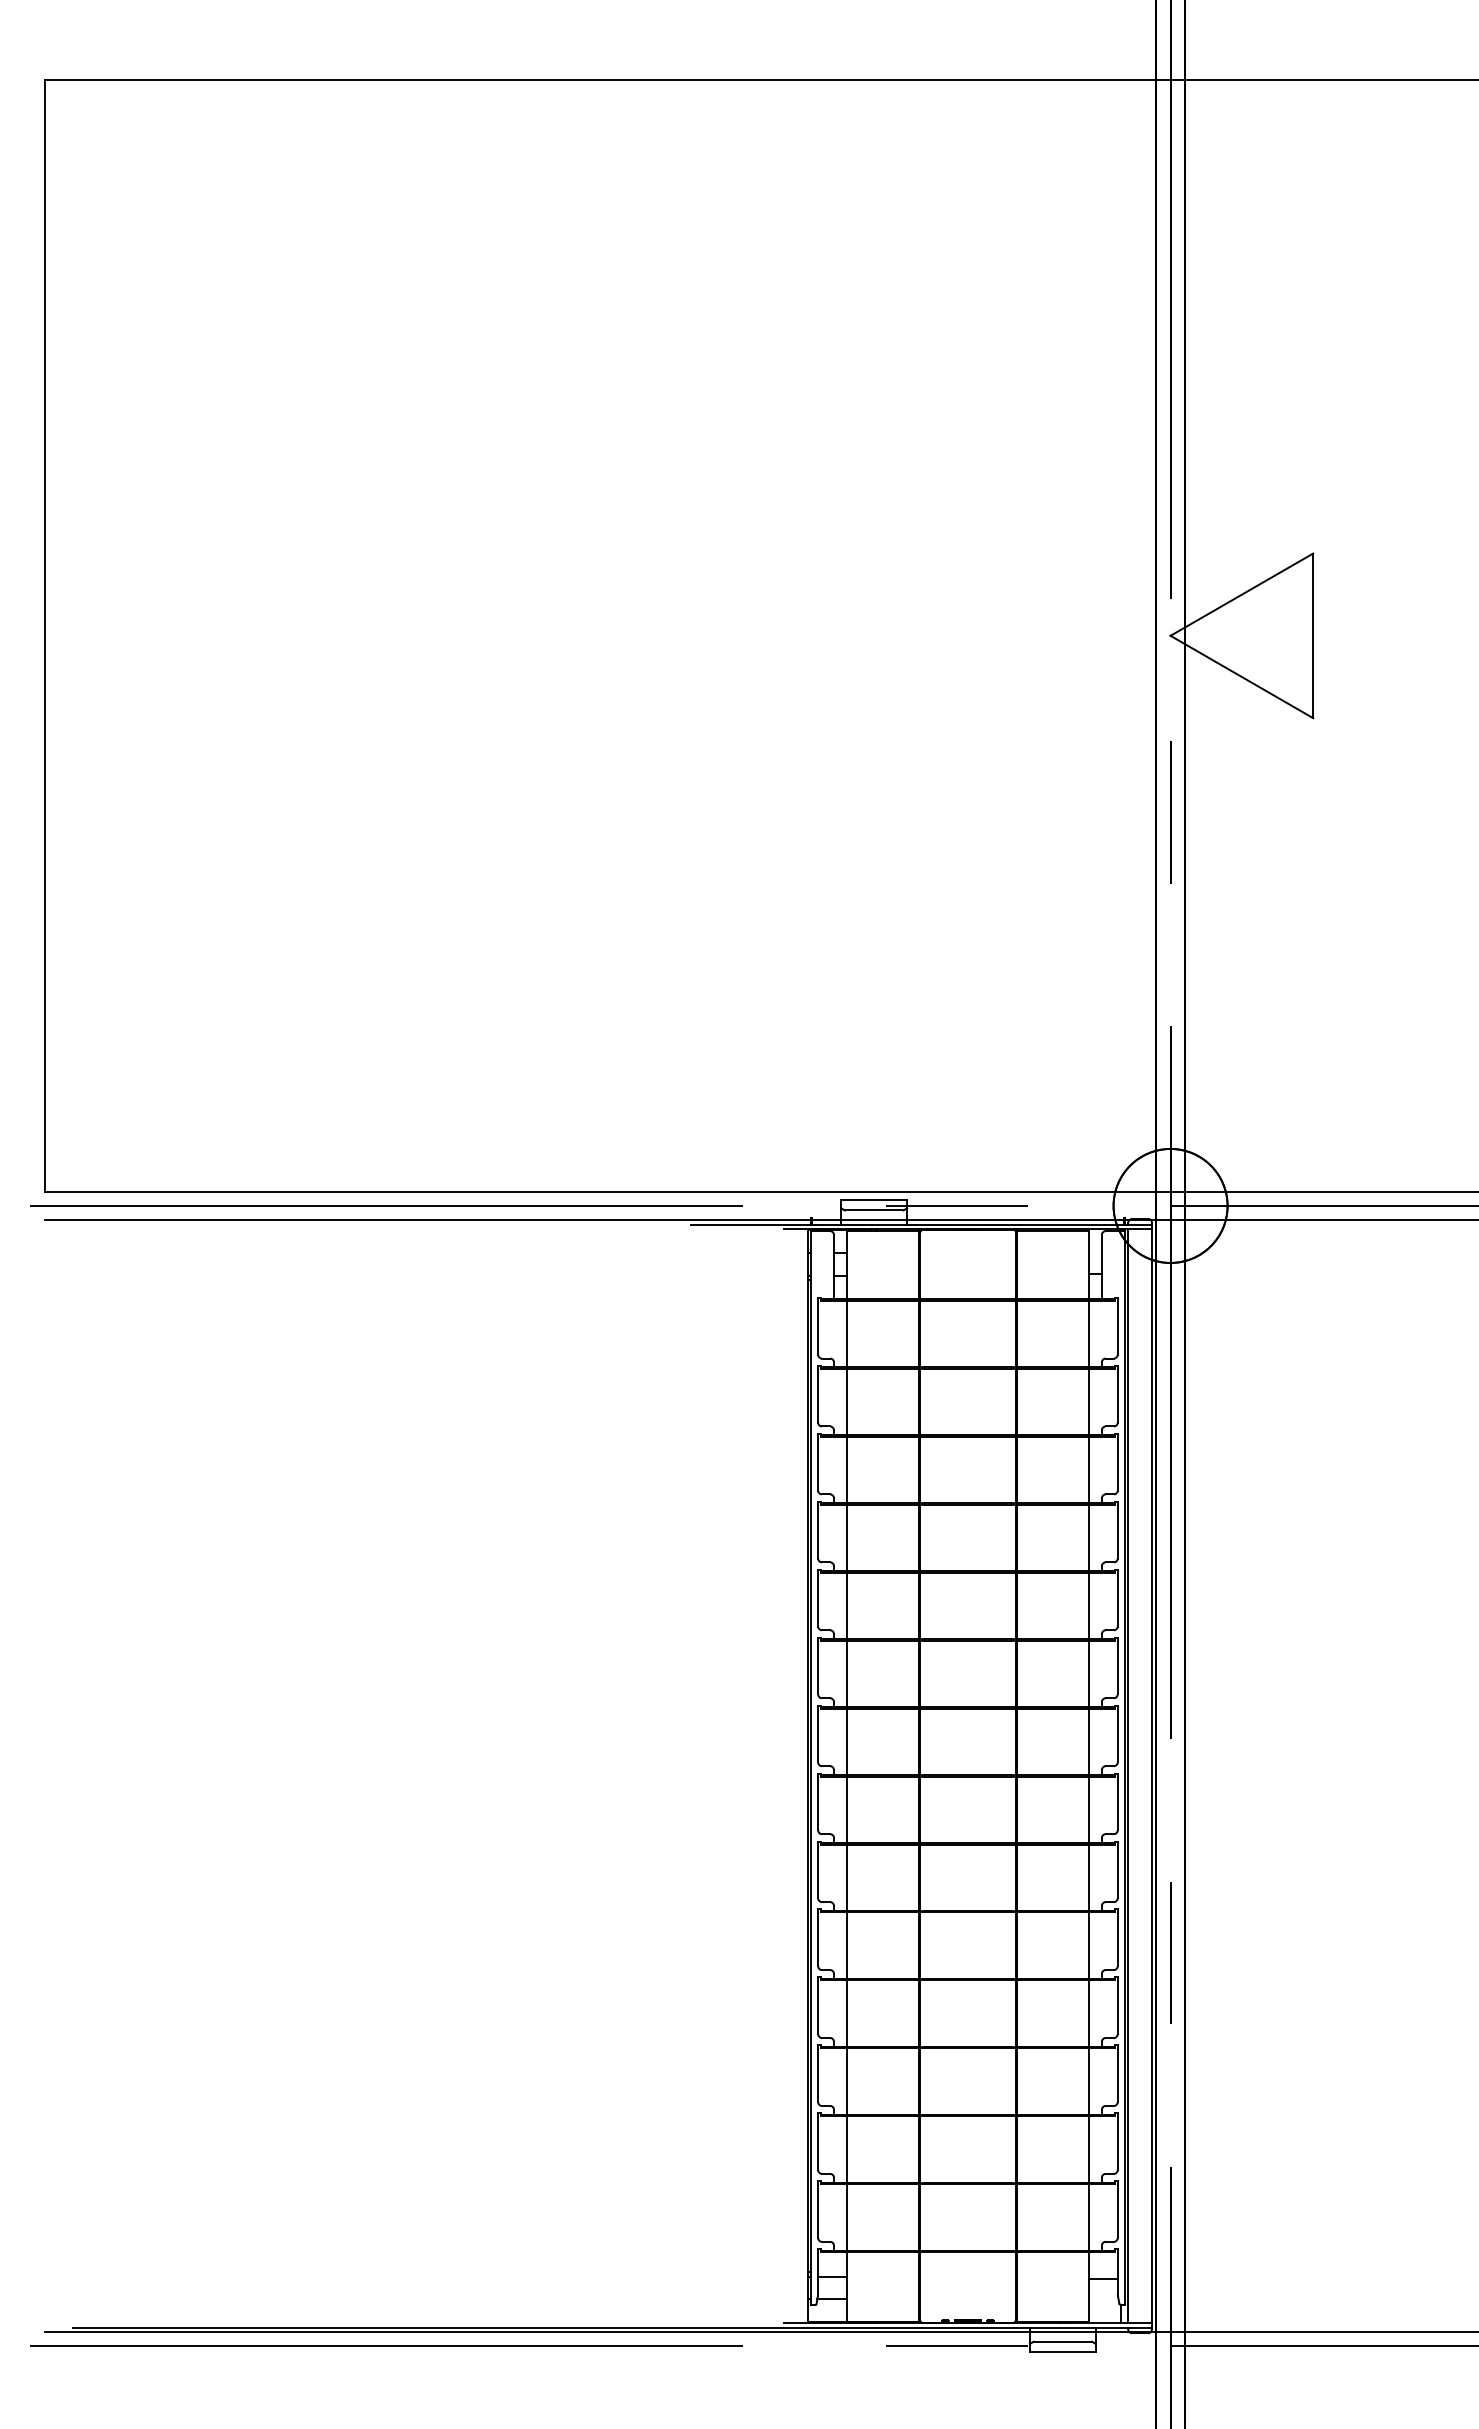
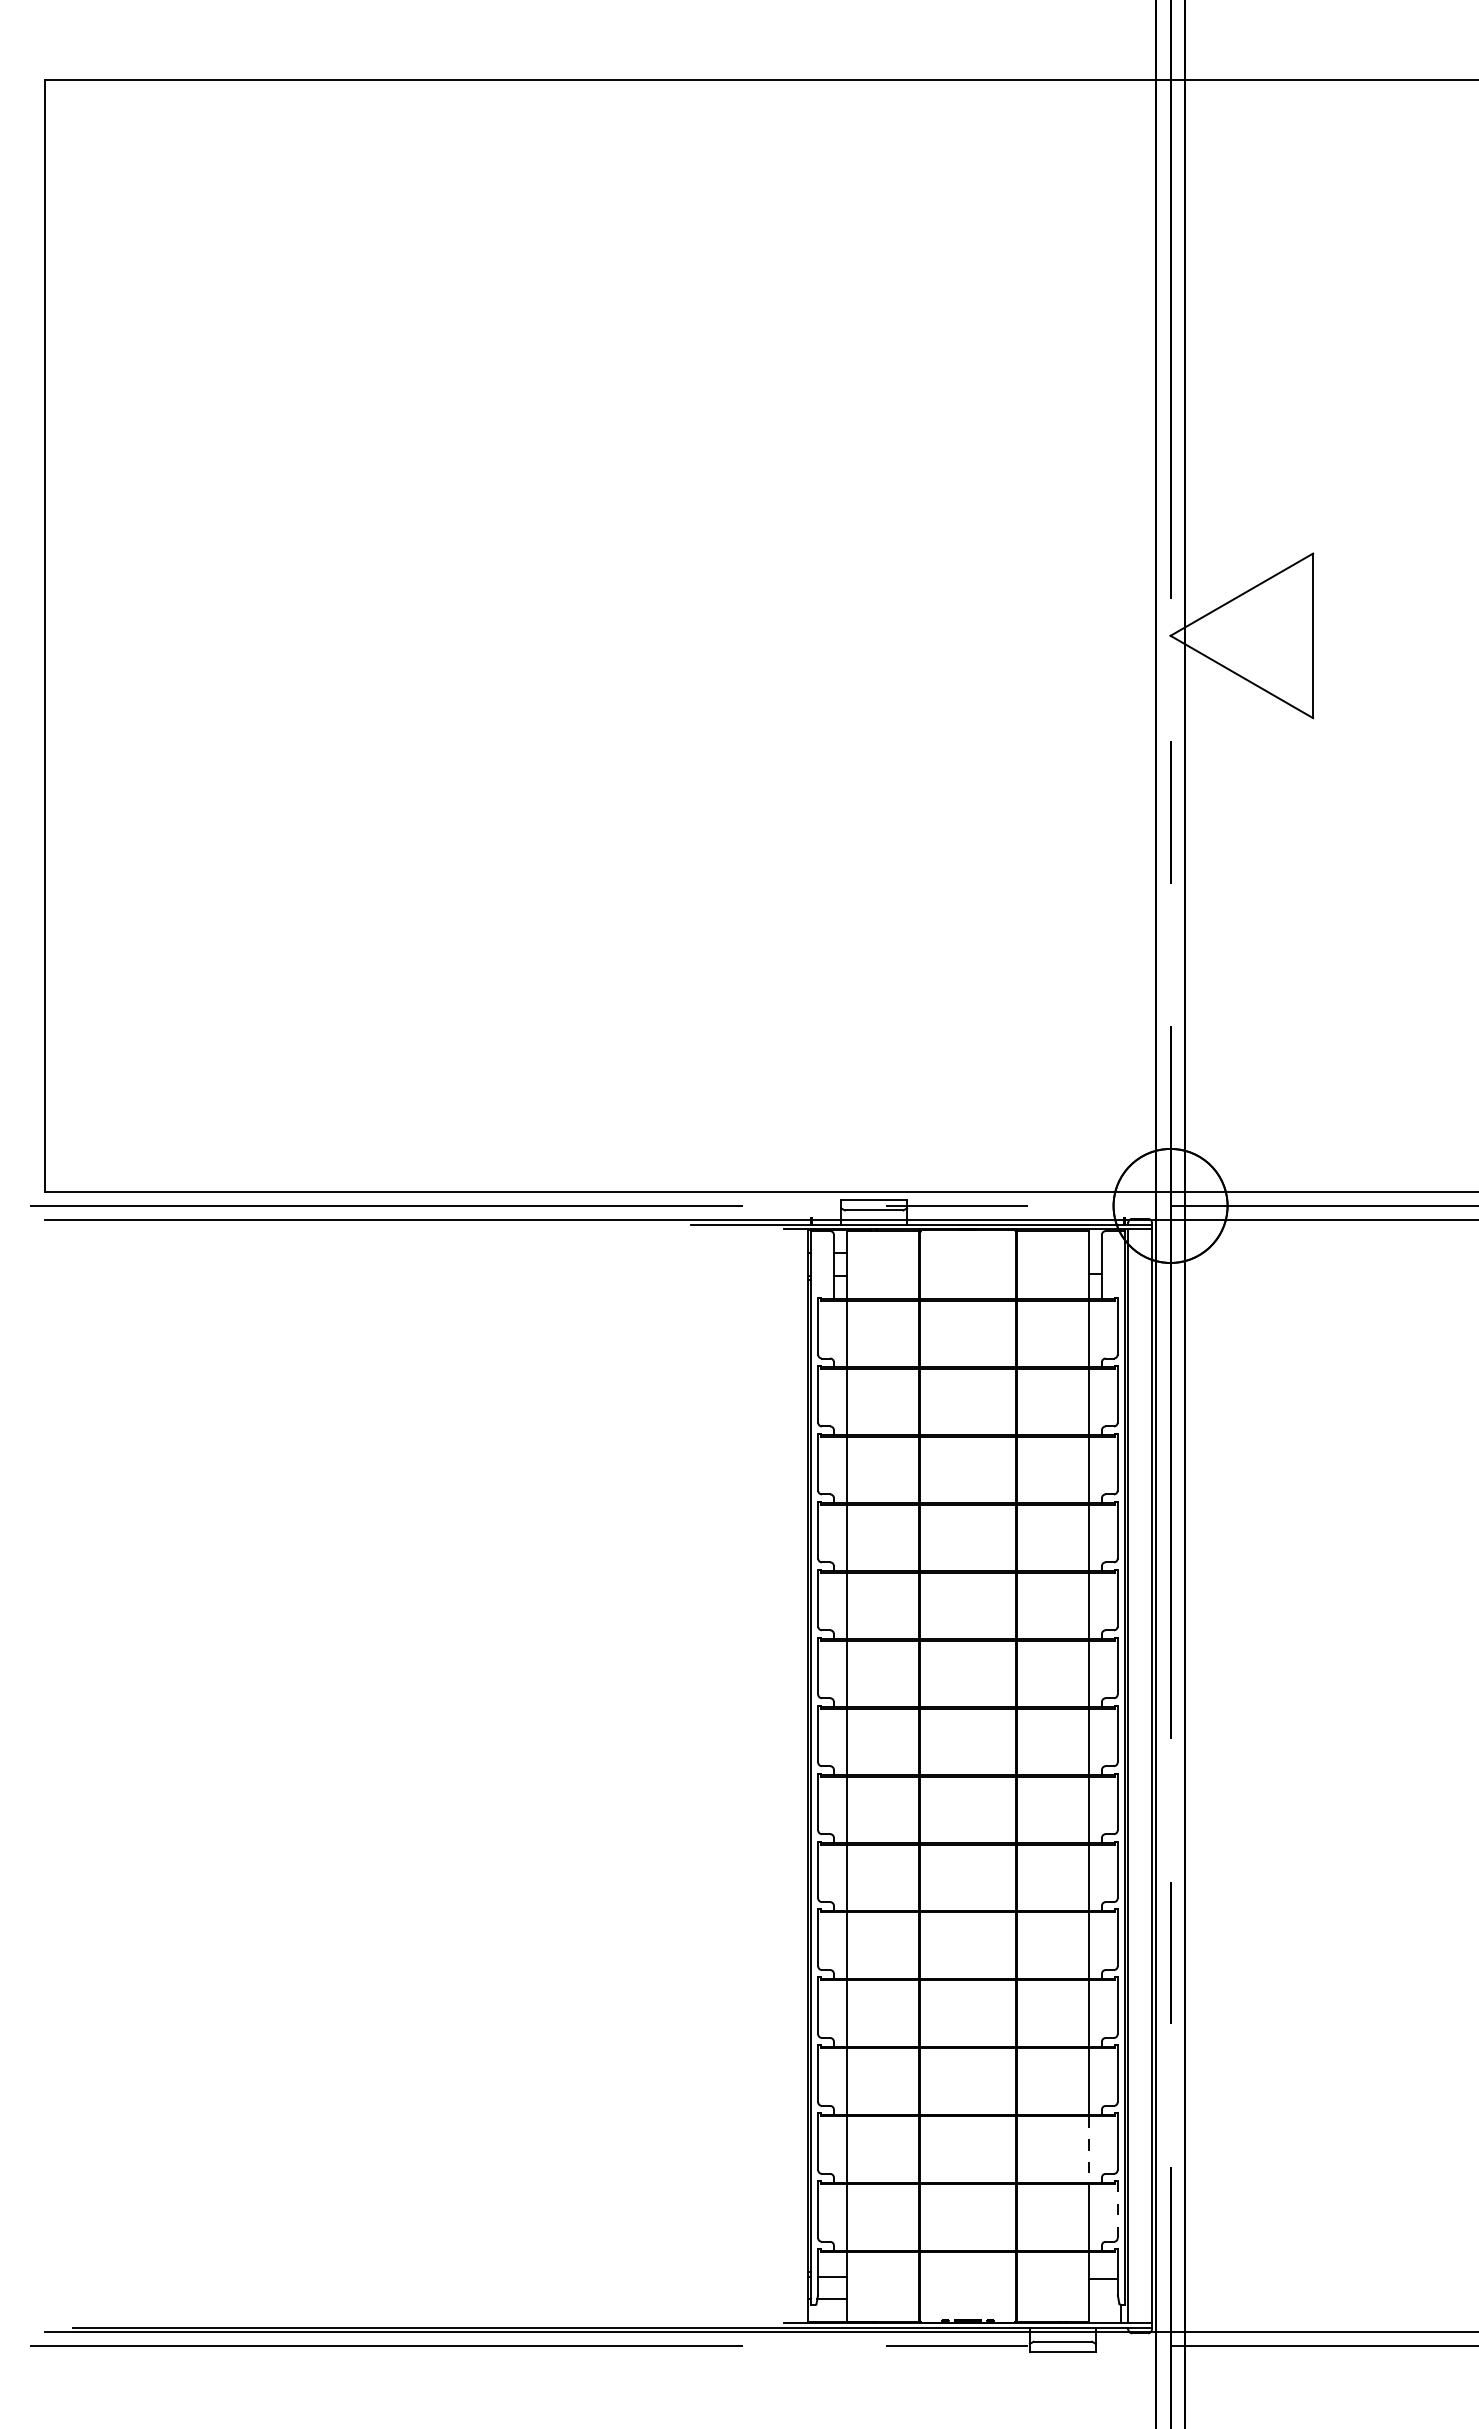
line at (1088, 2150): solid -> dashed
line at (1117, 2209): solid -> dashed
